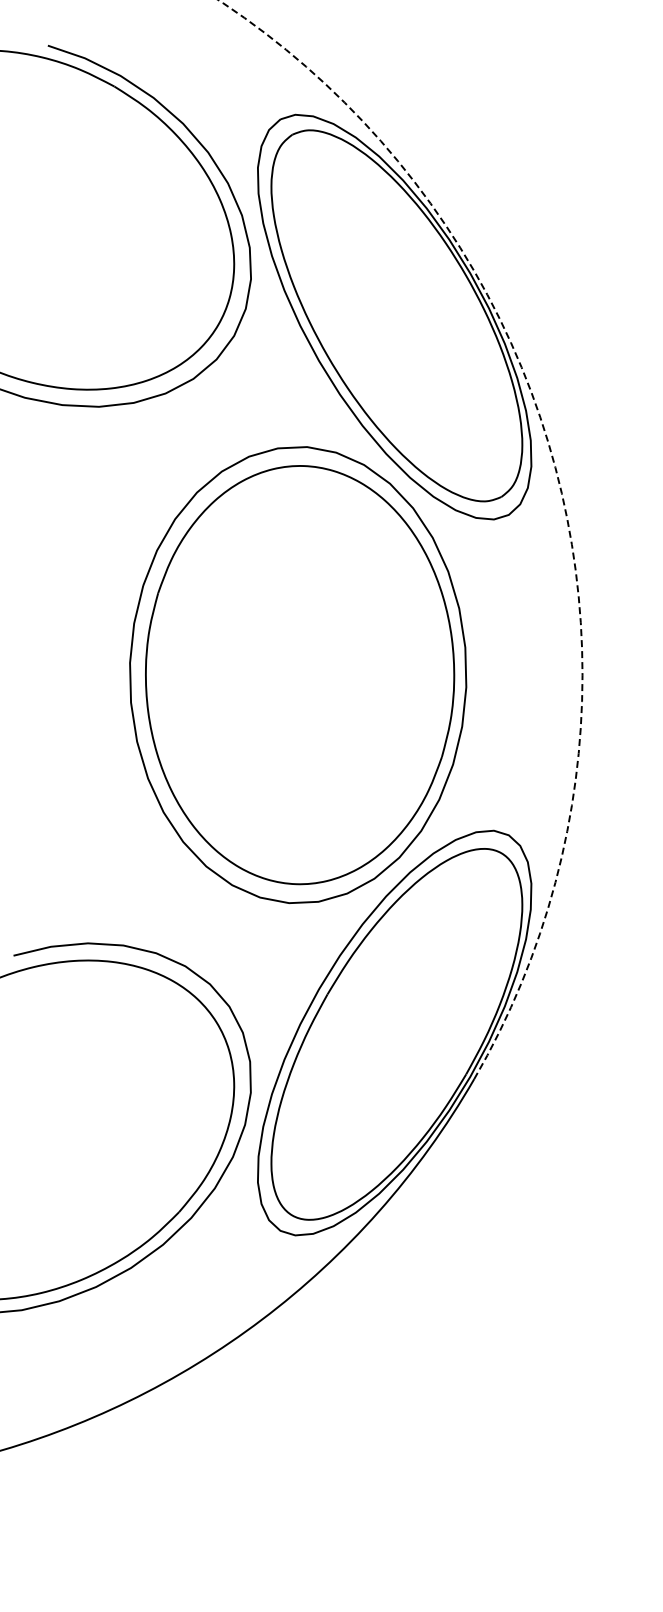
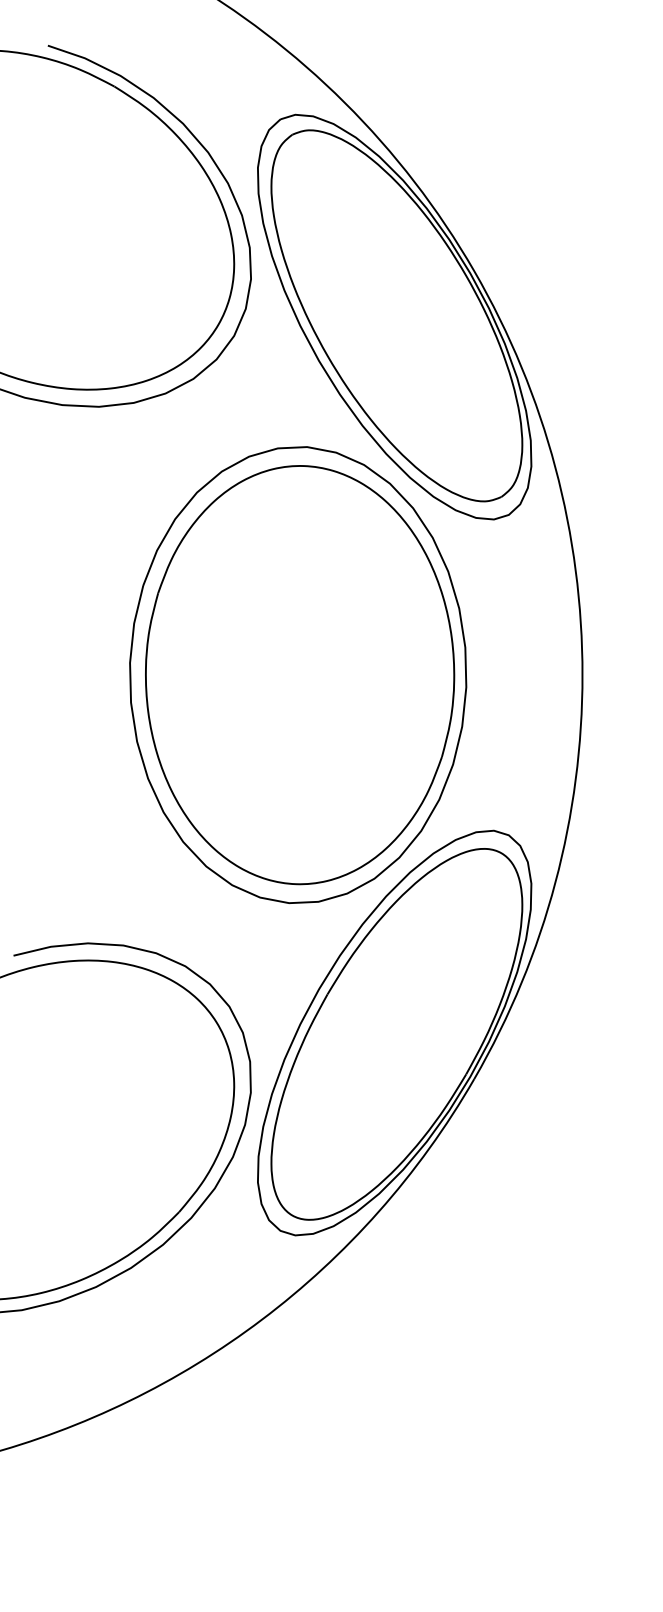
arc at (561, 490): dashed -> solid
